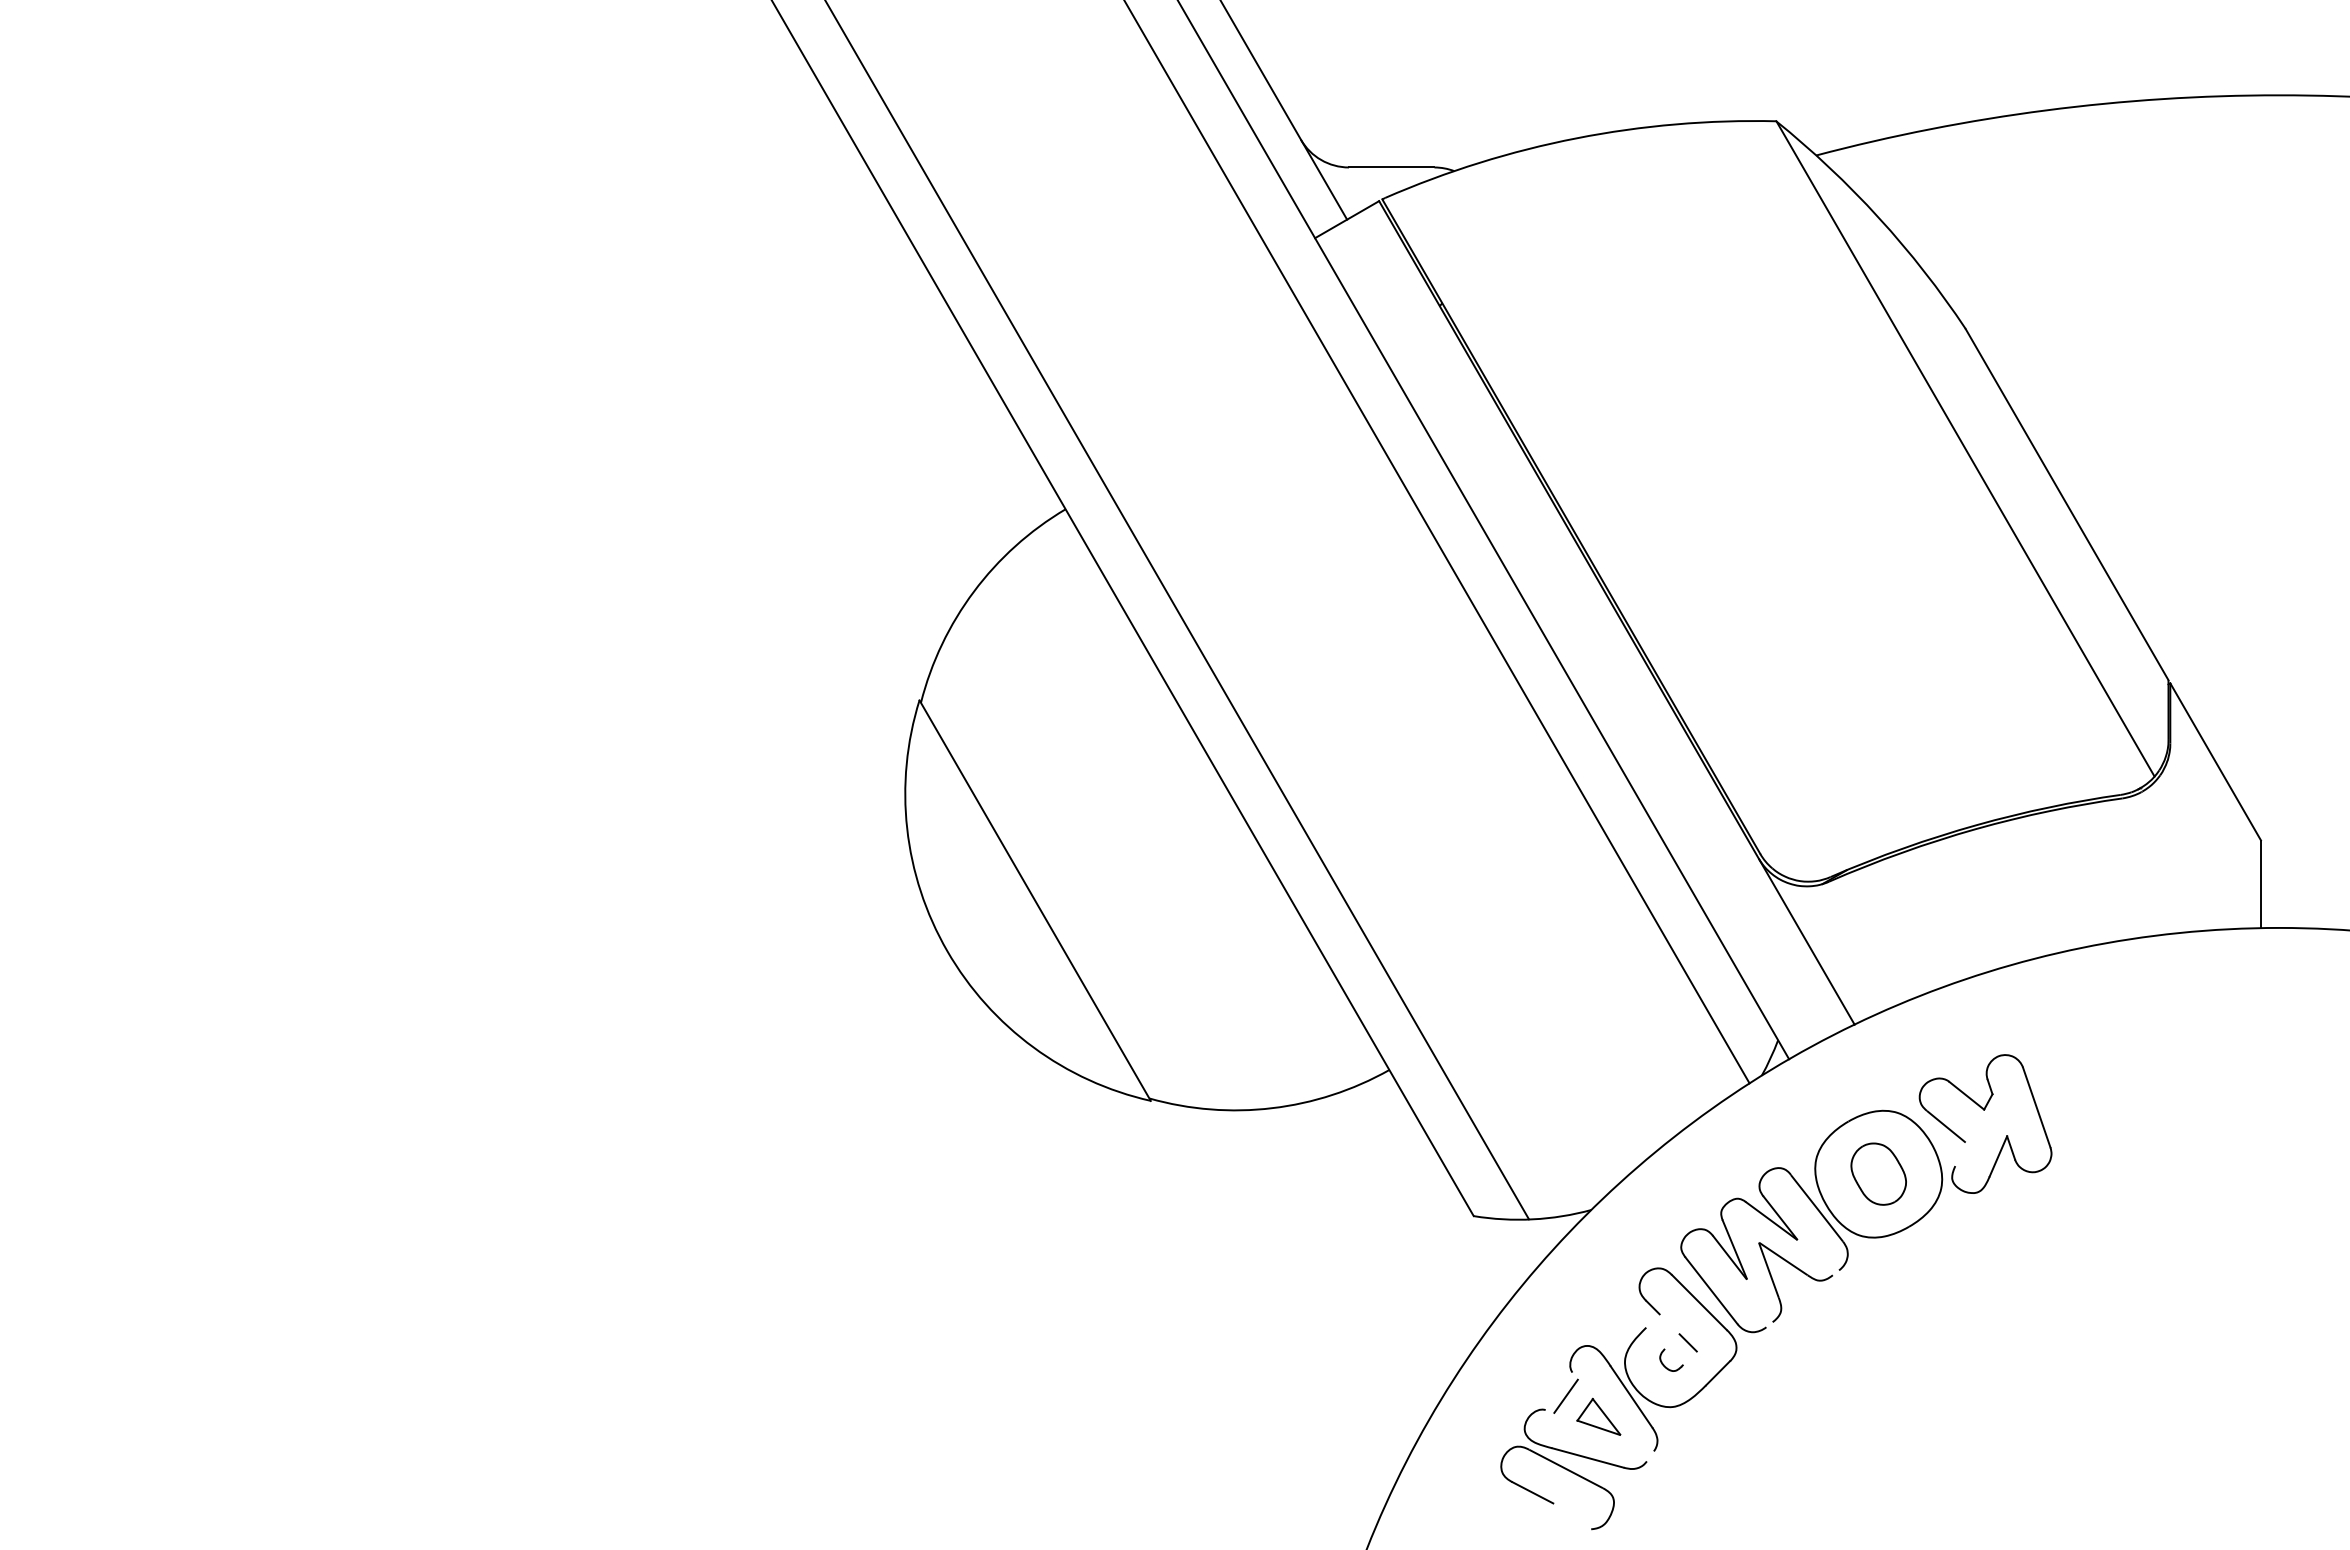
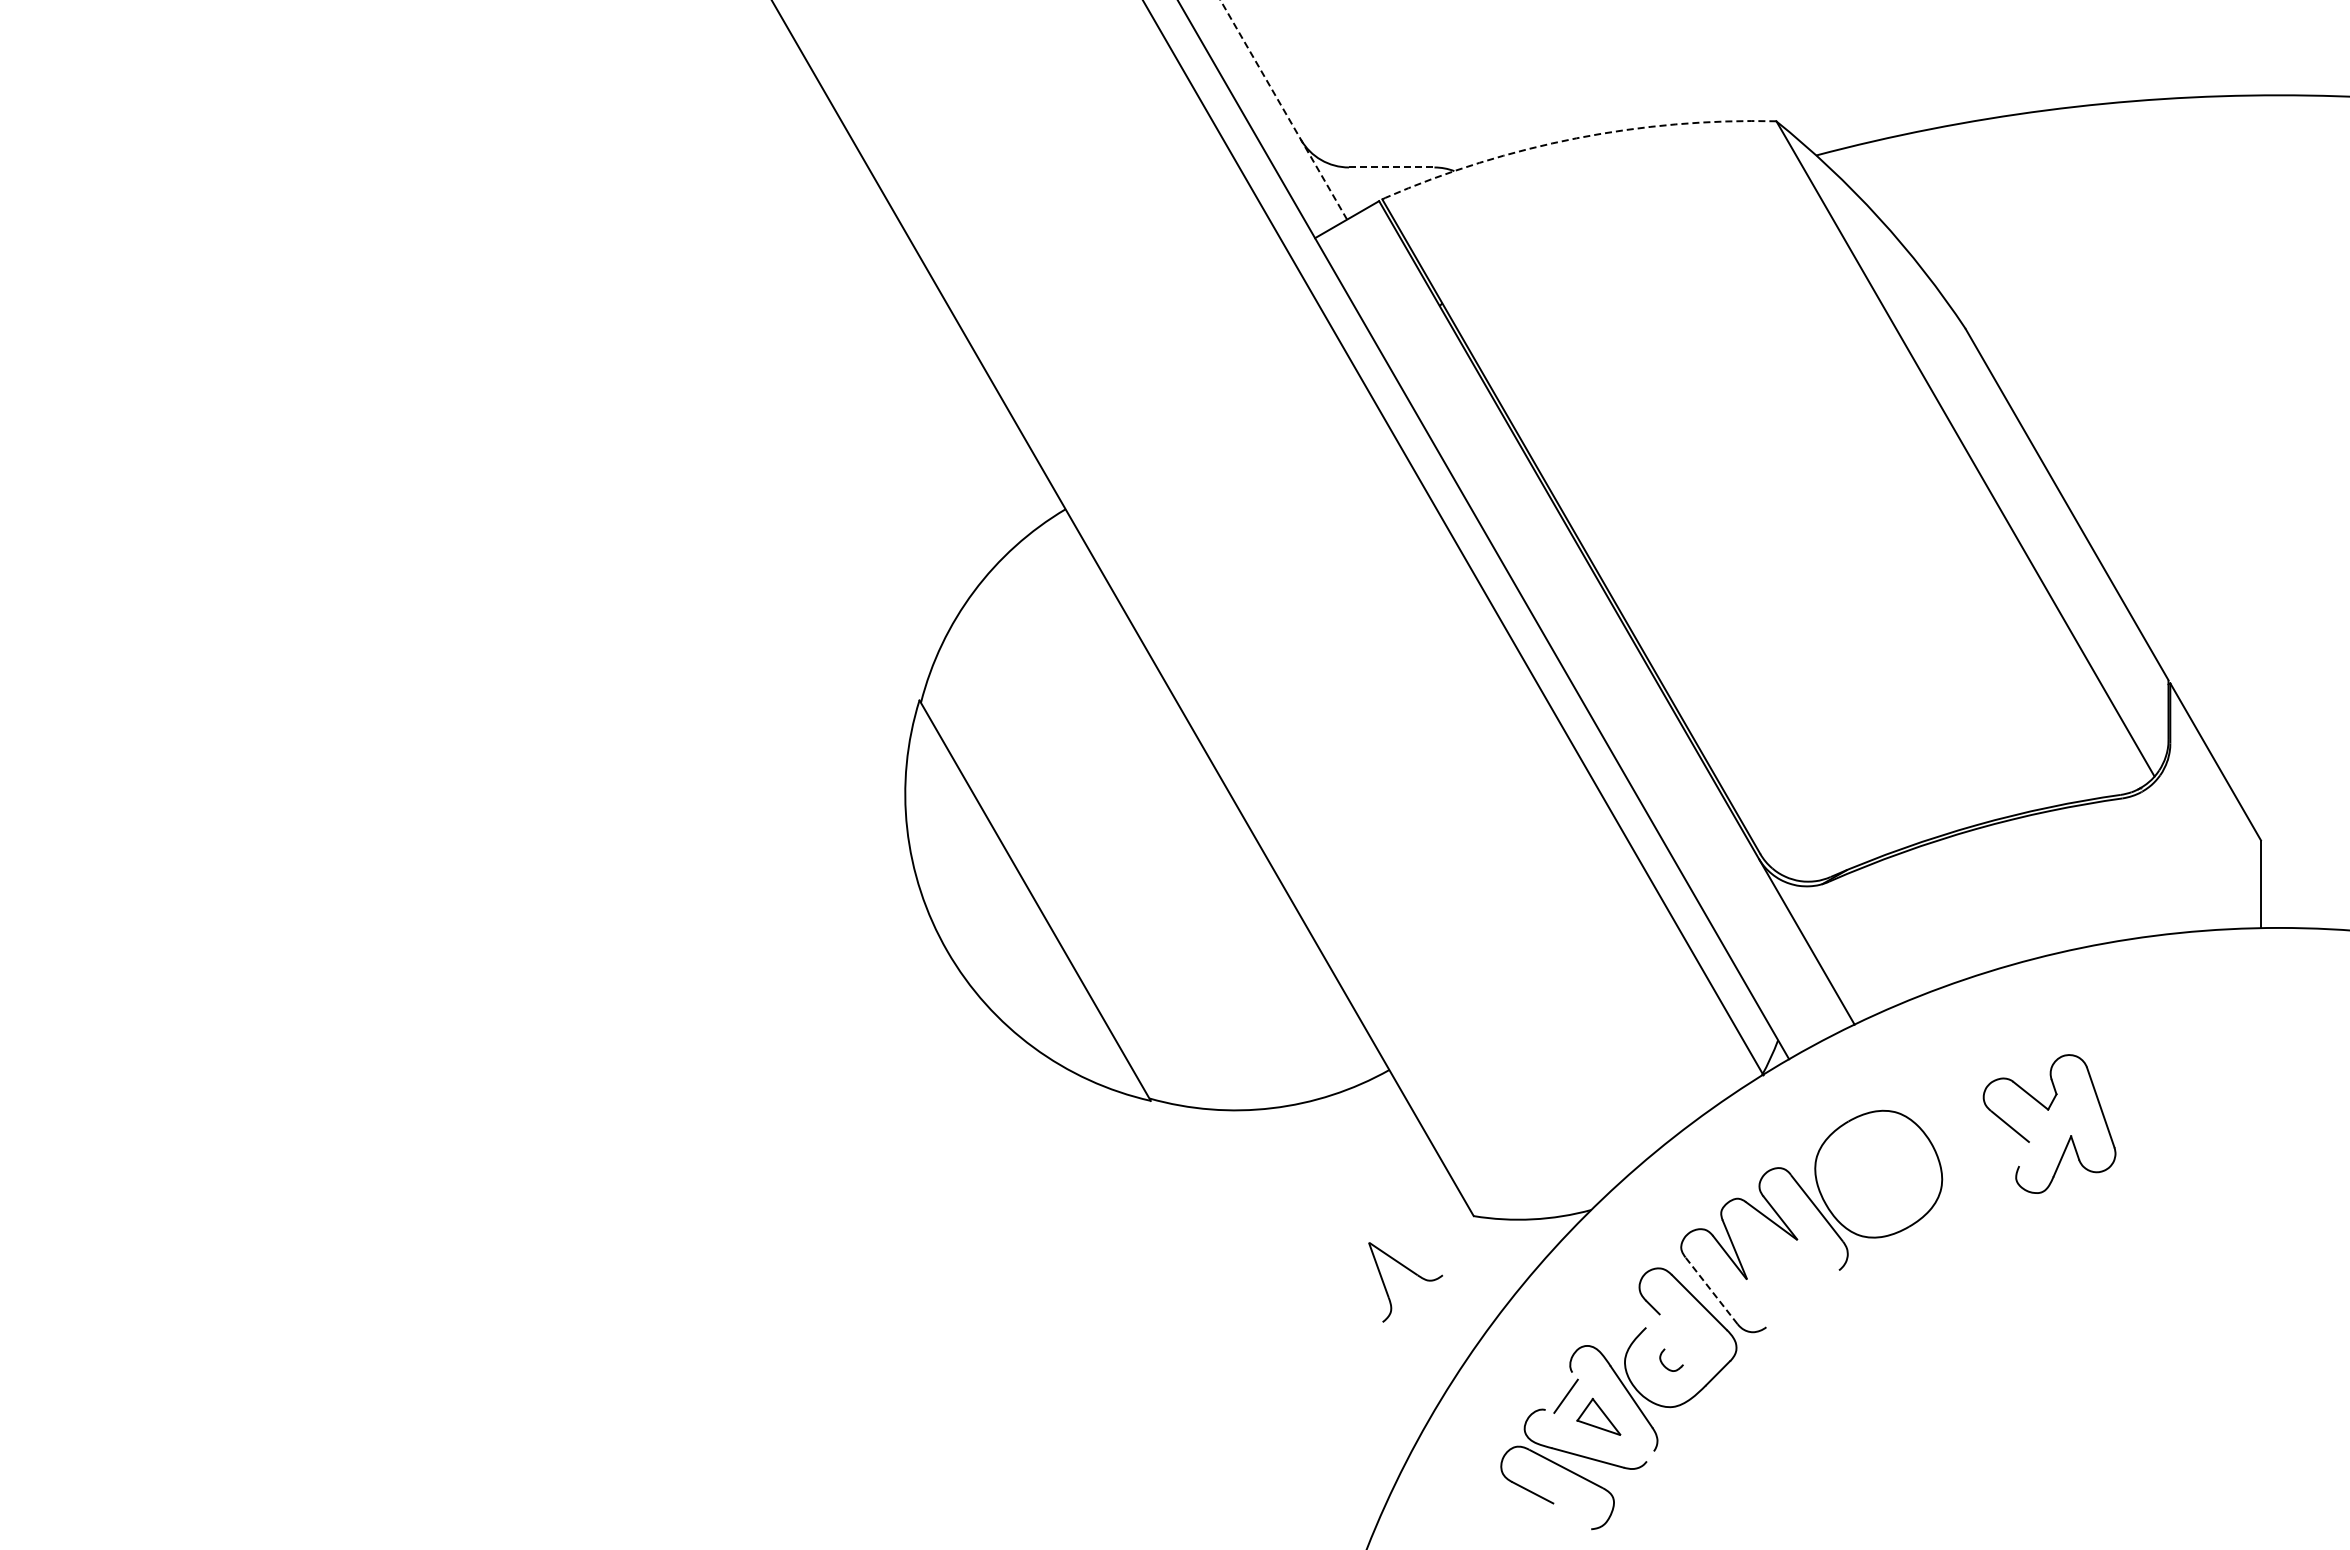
line at (1284, 110): solid -> dashed
arc at (1576, 138): solid -> dashed
line at (1391, 167): solid -> dashed
line at (1437, 542) position: (1437, 542) -> (1453, 538)
line at (1177, 610): present -> none
part at (1984, 1110) position: (1984, 1110) -> (2048, 1110)
part at (1878, 1173): present -> none
part at (1801, 1272) position: (1801, 1272) -> (1411, 1272)
line at (1711, 1290): solid -> dashed
line at (1687, 1342): present -> none
